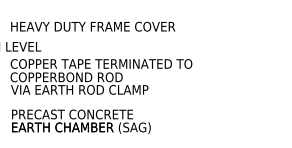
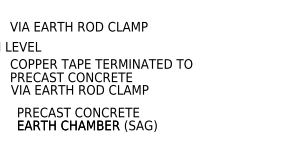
text at (92, 26): HEAVY DUTY FRAME COVER -> VIA EARTH ROD CLAMP
text at (71, 77): COPPERBOND ROD -> PRECAST CONCRETE
text at (81, 121) position: (81, 121) -> (87, 119)
